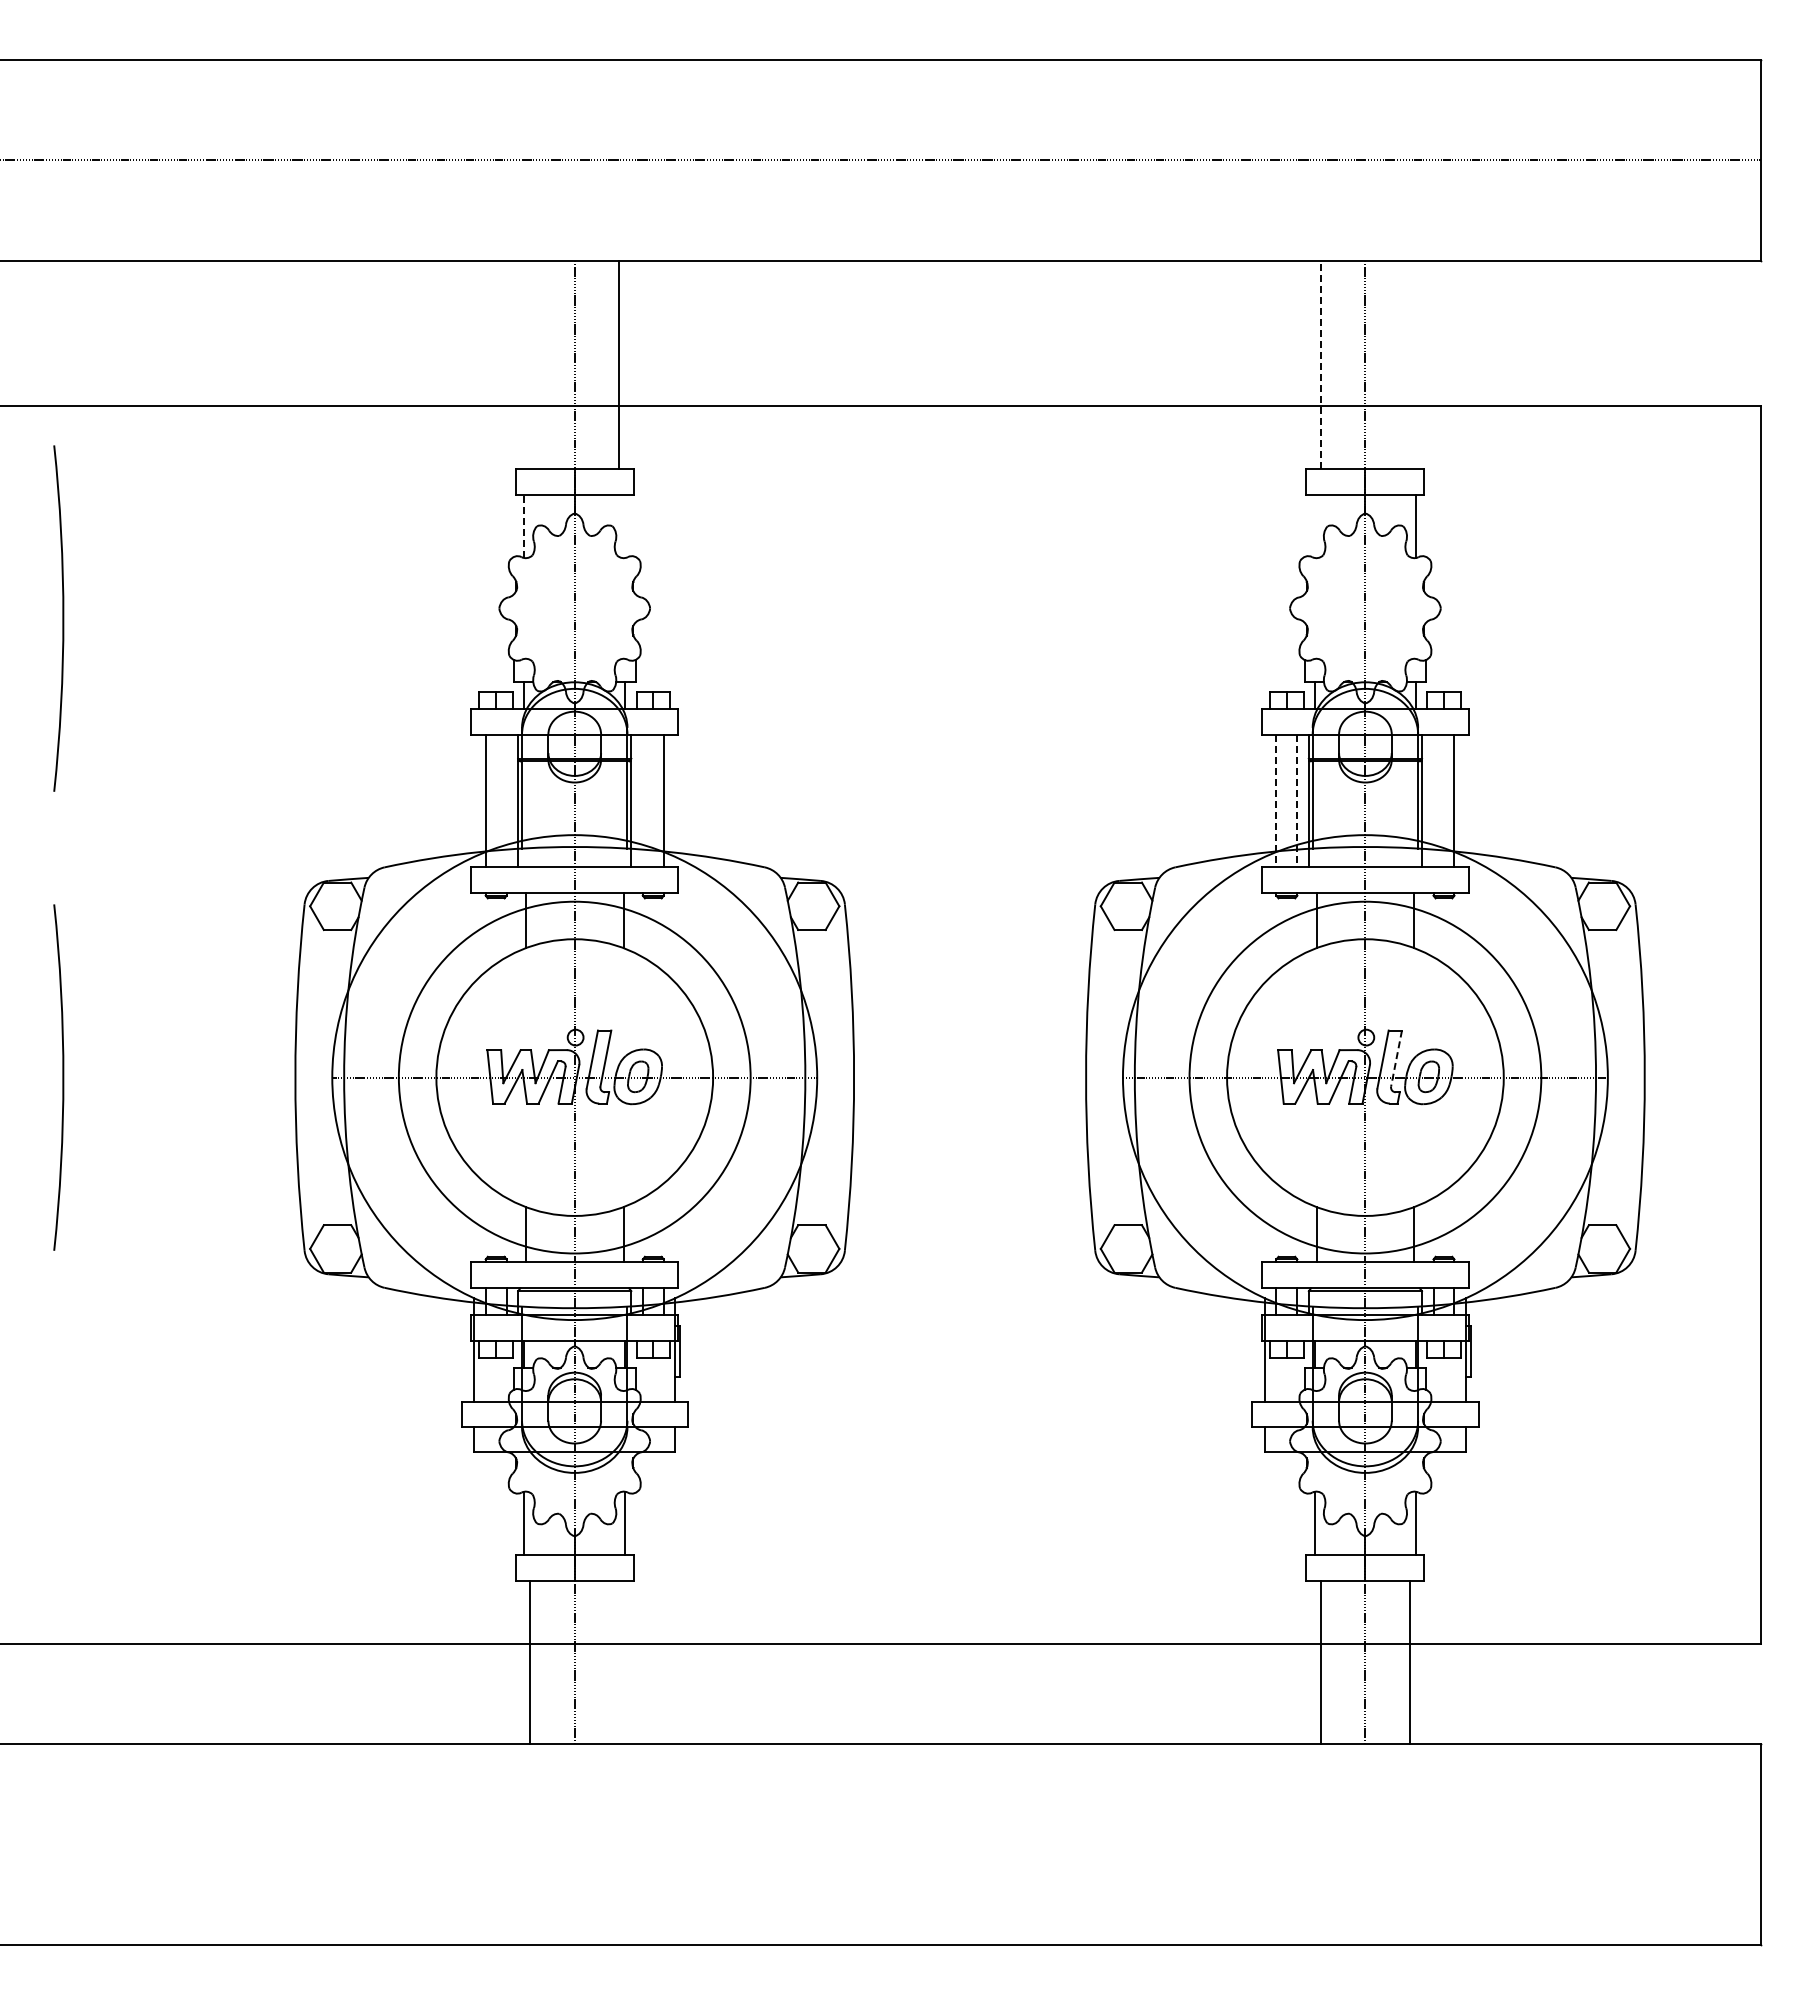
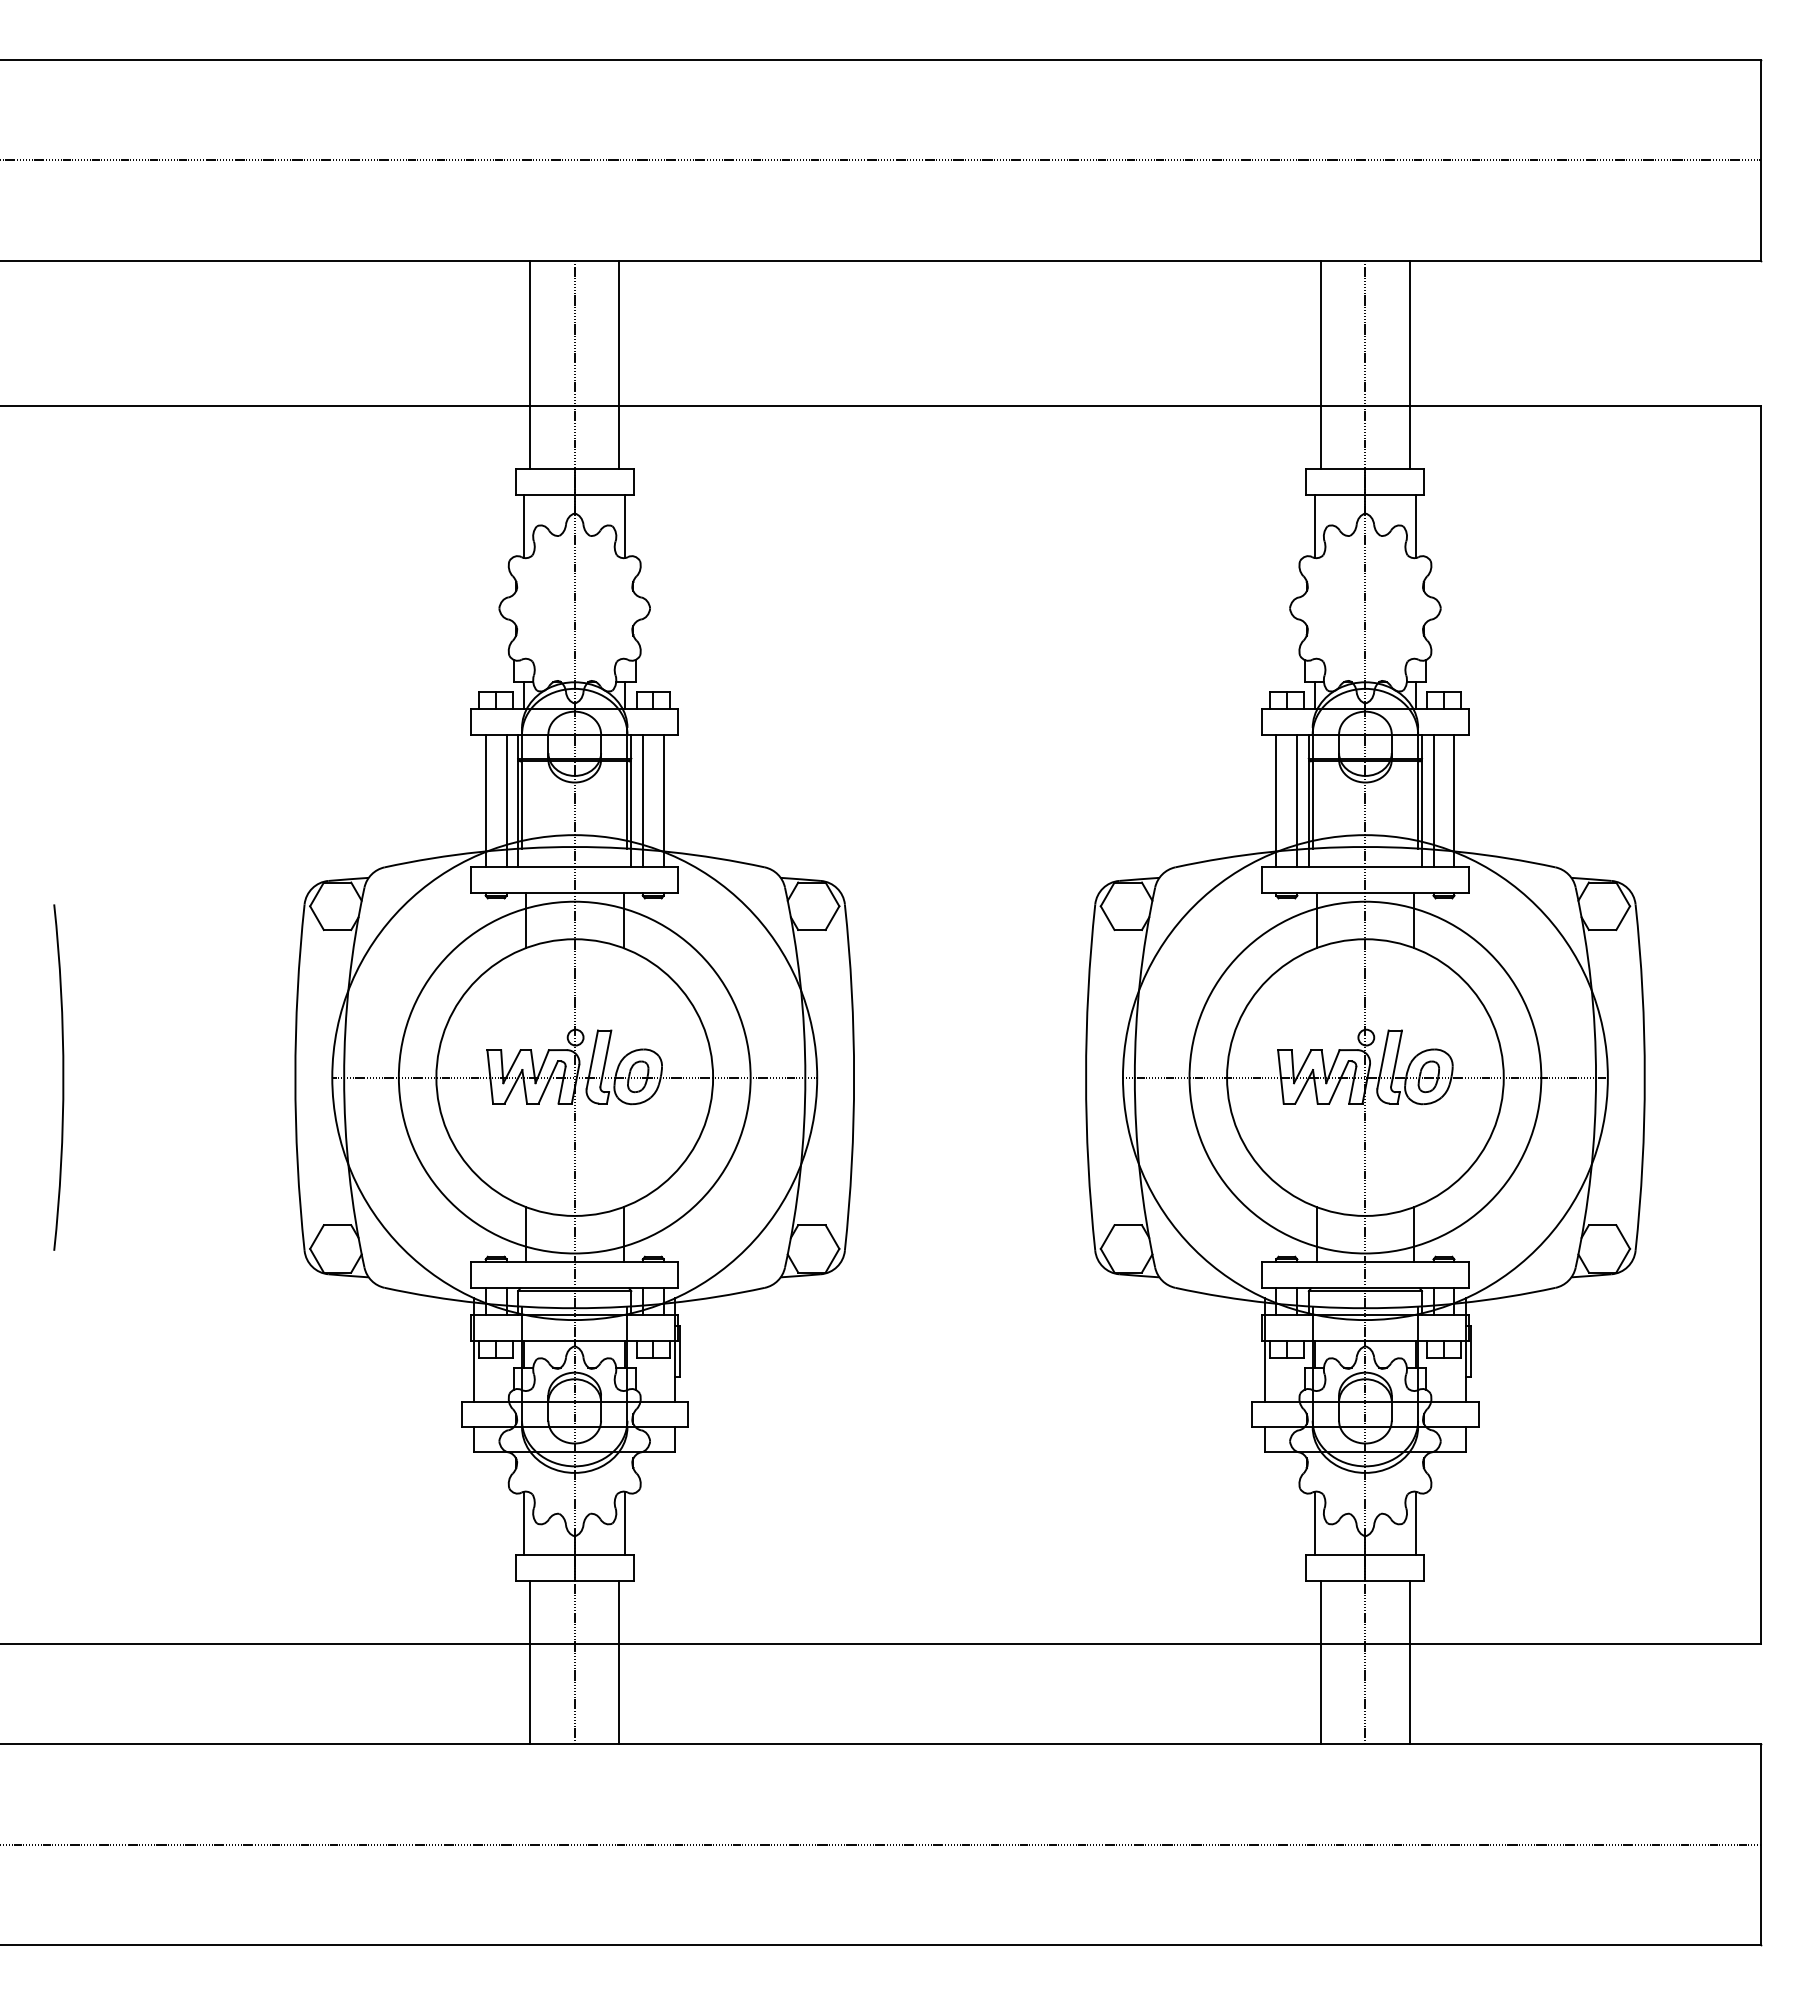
line at (530, 364): none -> present
line at (1321, 364): dashed -> solid
line at (1409, 364): none -> present
line at (524, 526): dashed -> solid
line at (625, 526): none -> present
line at (1315, 526): none -> present
arc at (62, 618): present -> none
line at (506, 800): none -> present
line at (642, 800): none -> present
line at (1276, 800): dashed -> solid
line at (1297, 800): dashed -> solid
line at (1433, 800): none -> present
line at (1396, 1058): dashed -> solid
line at (619, 1662): none -> present
line at (881, 1844): none -> present
